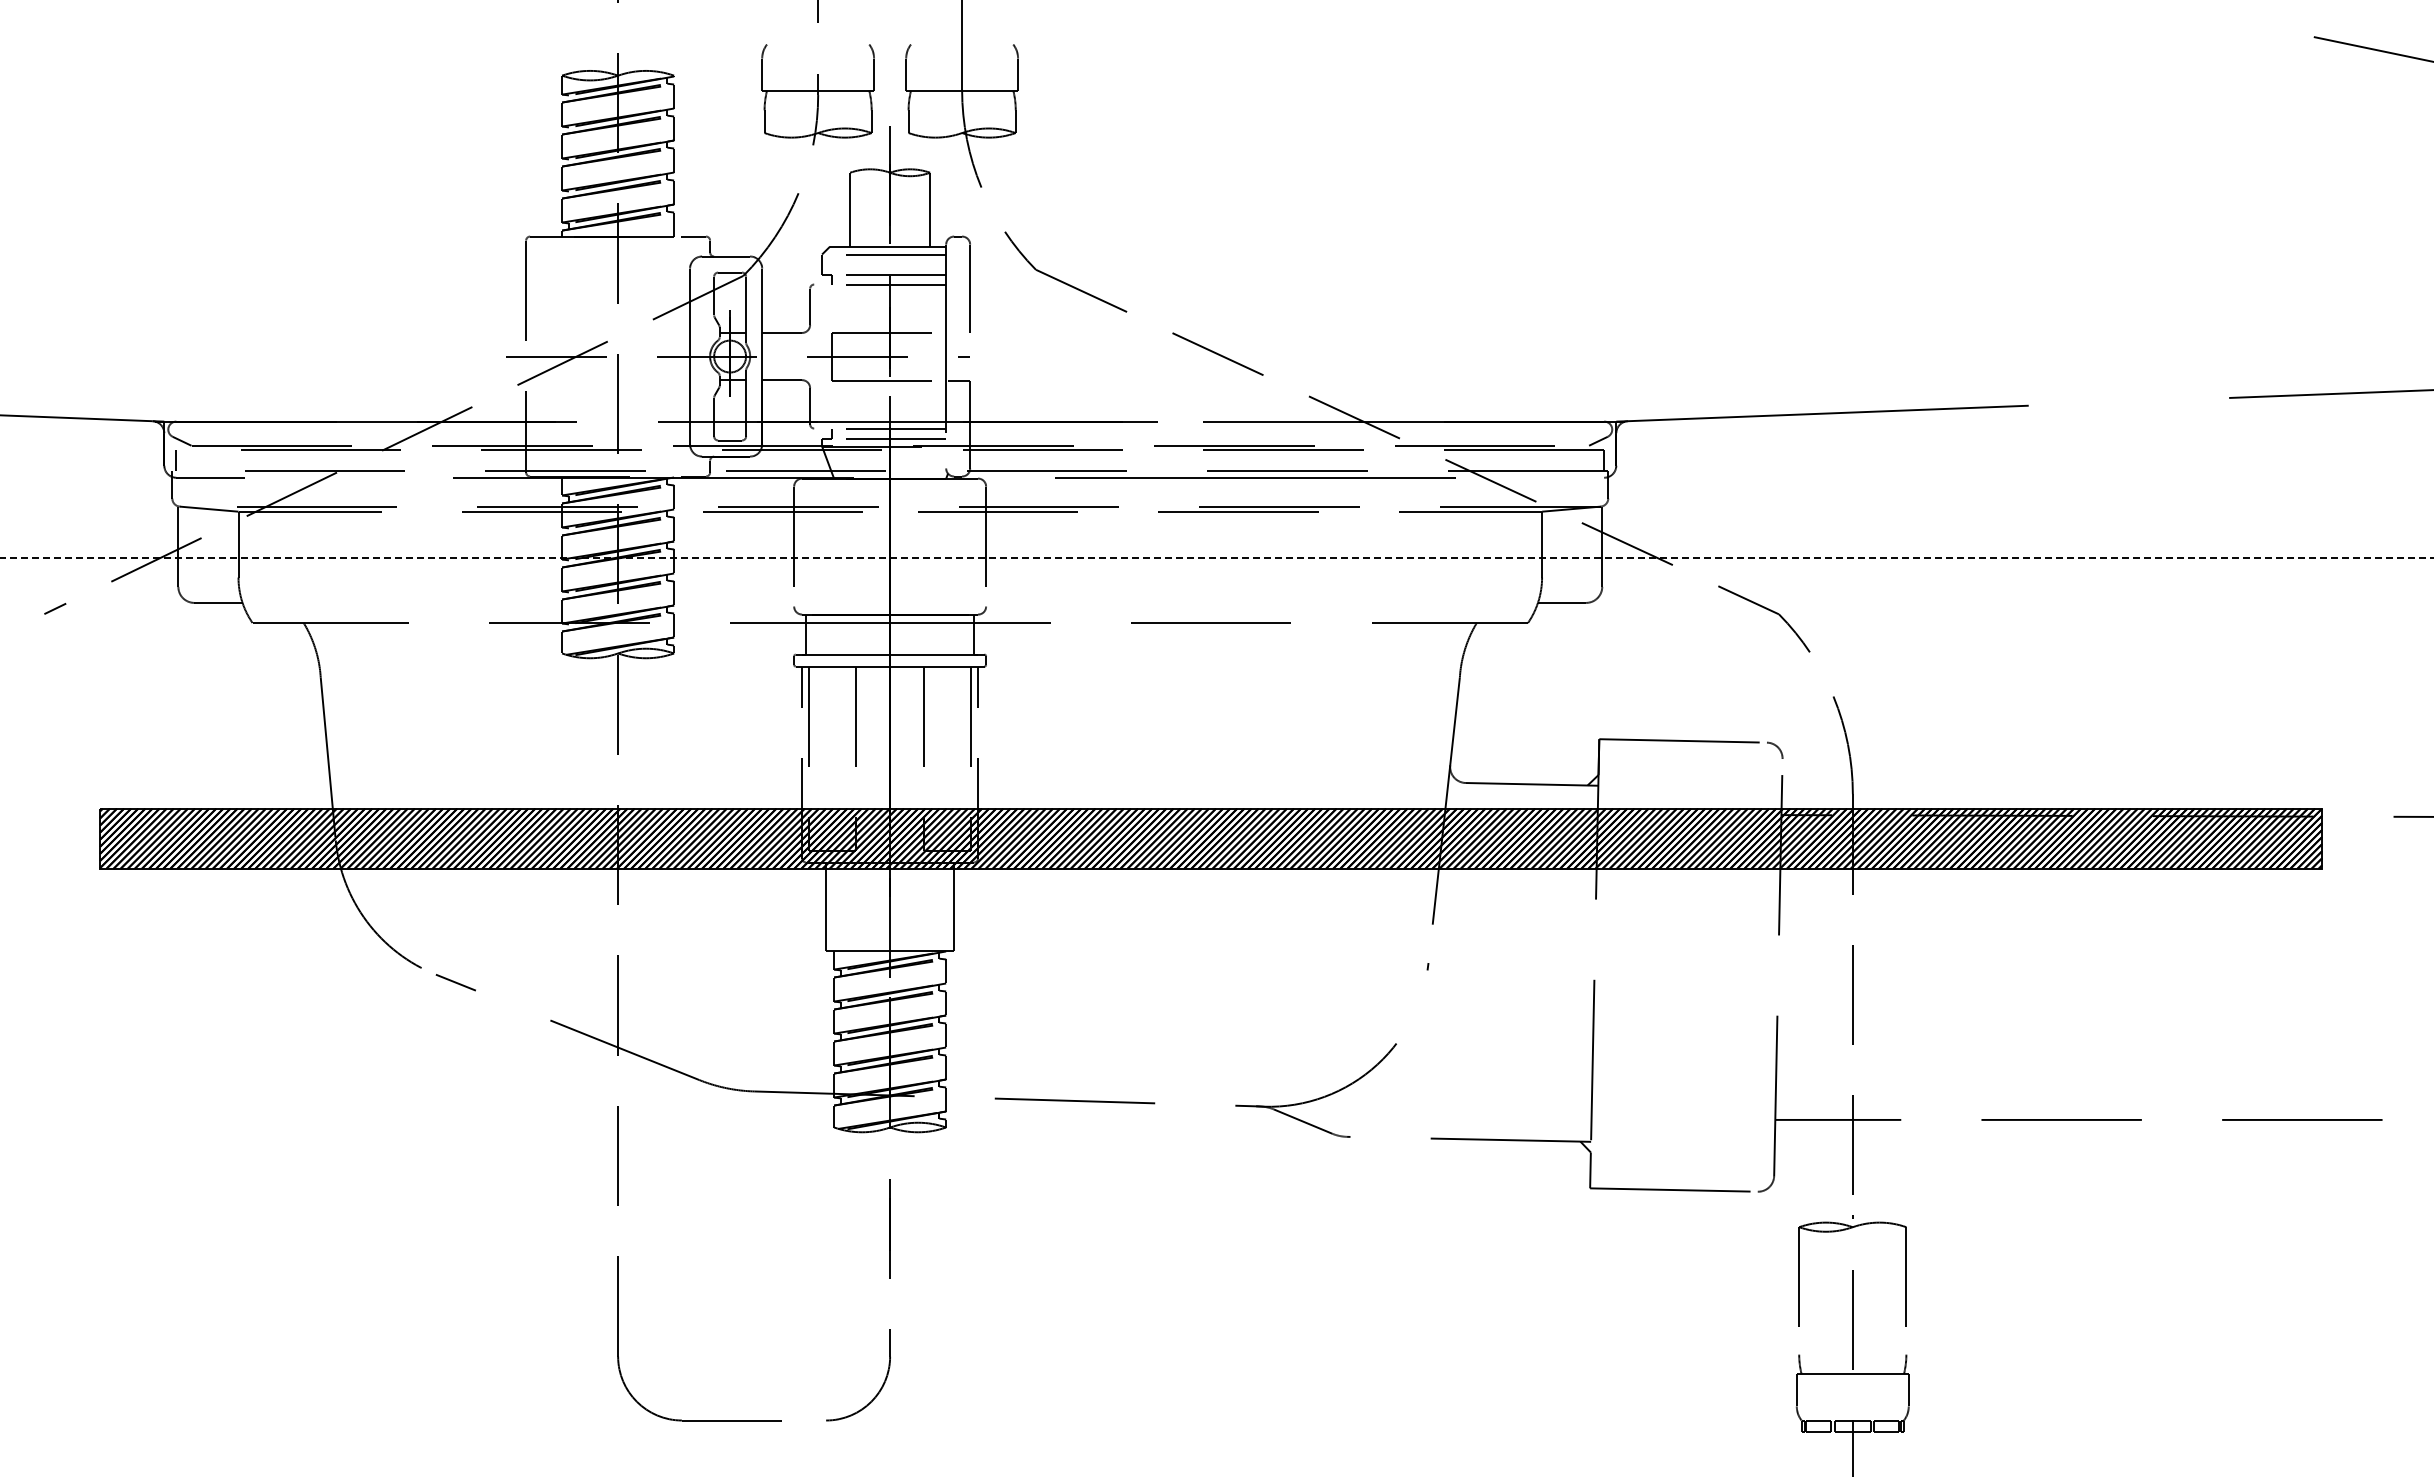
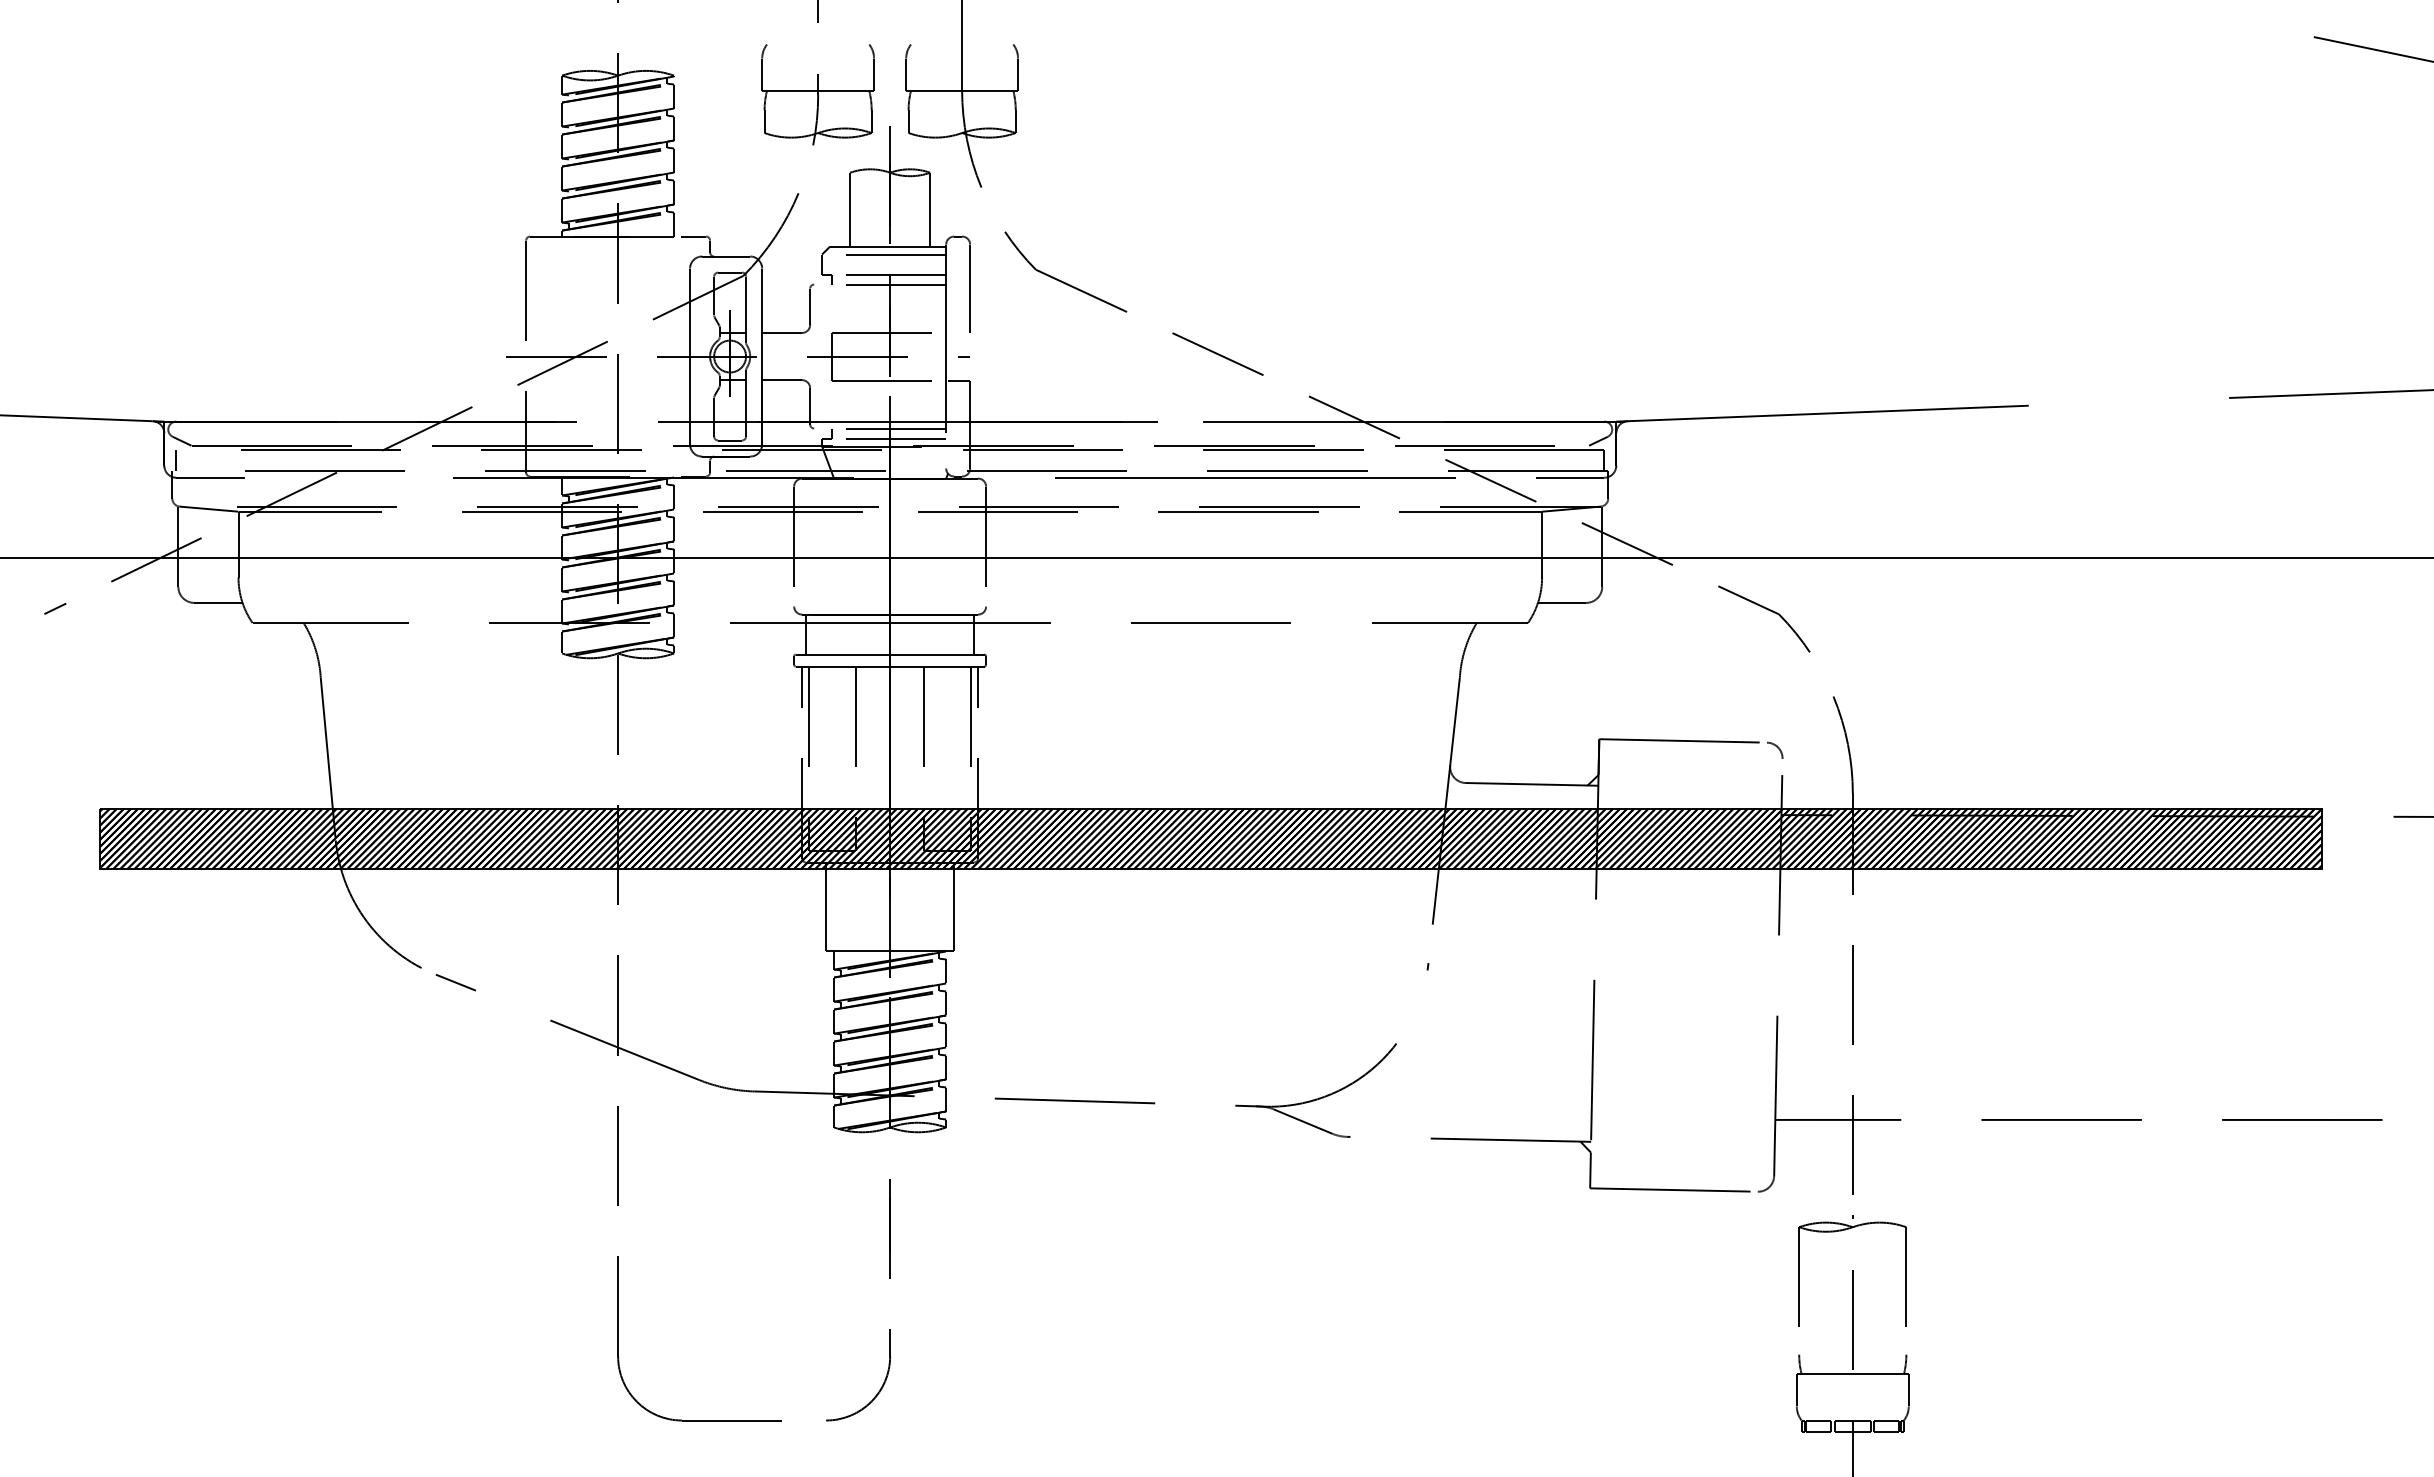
line at (1570, 477): none -> present
line at (1217, 557): dashed -> solid
